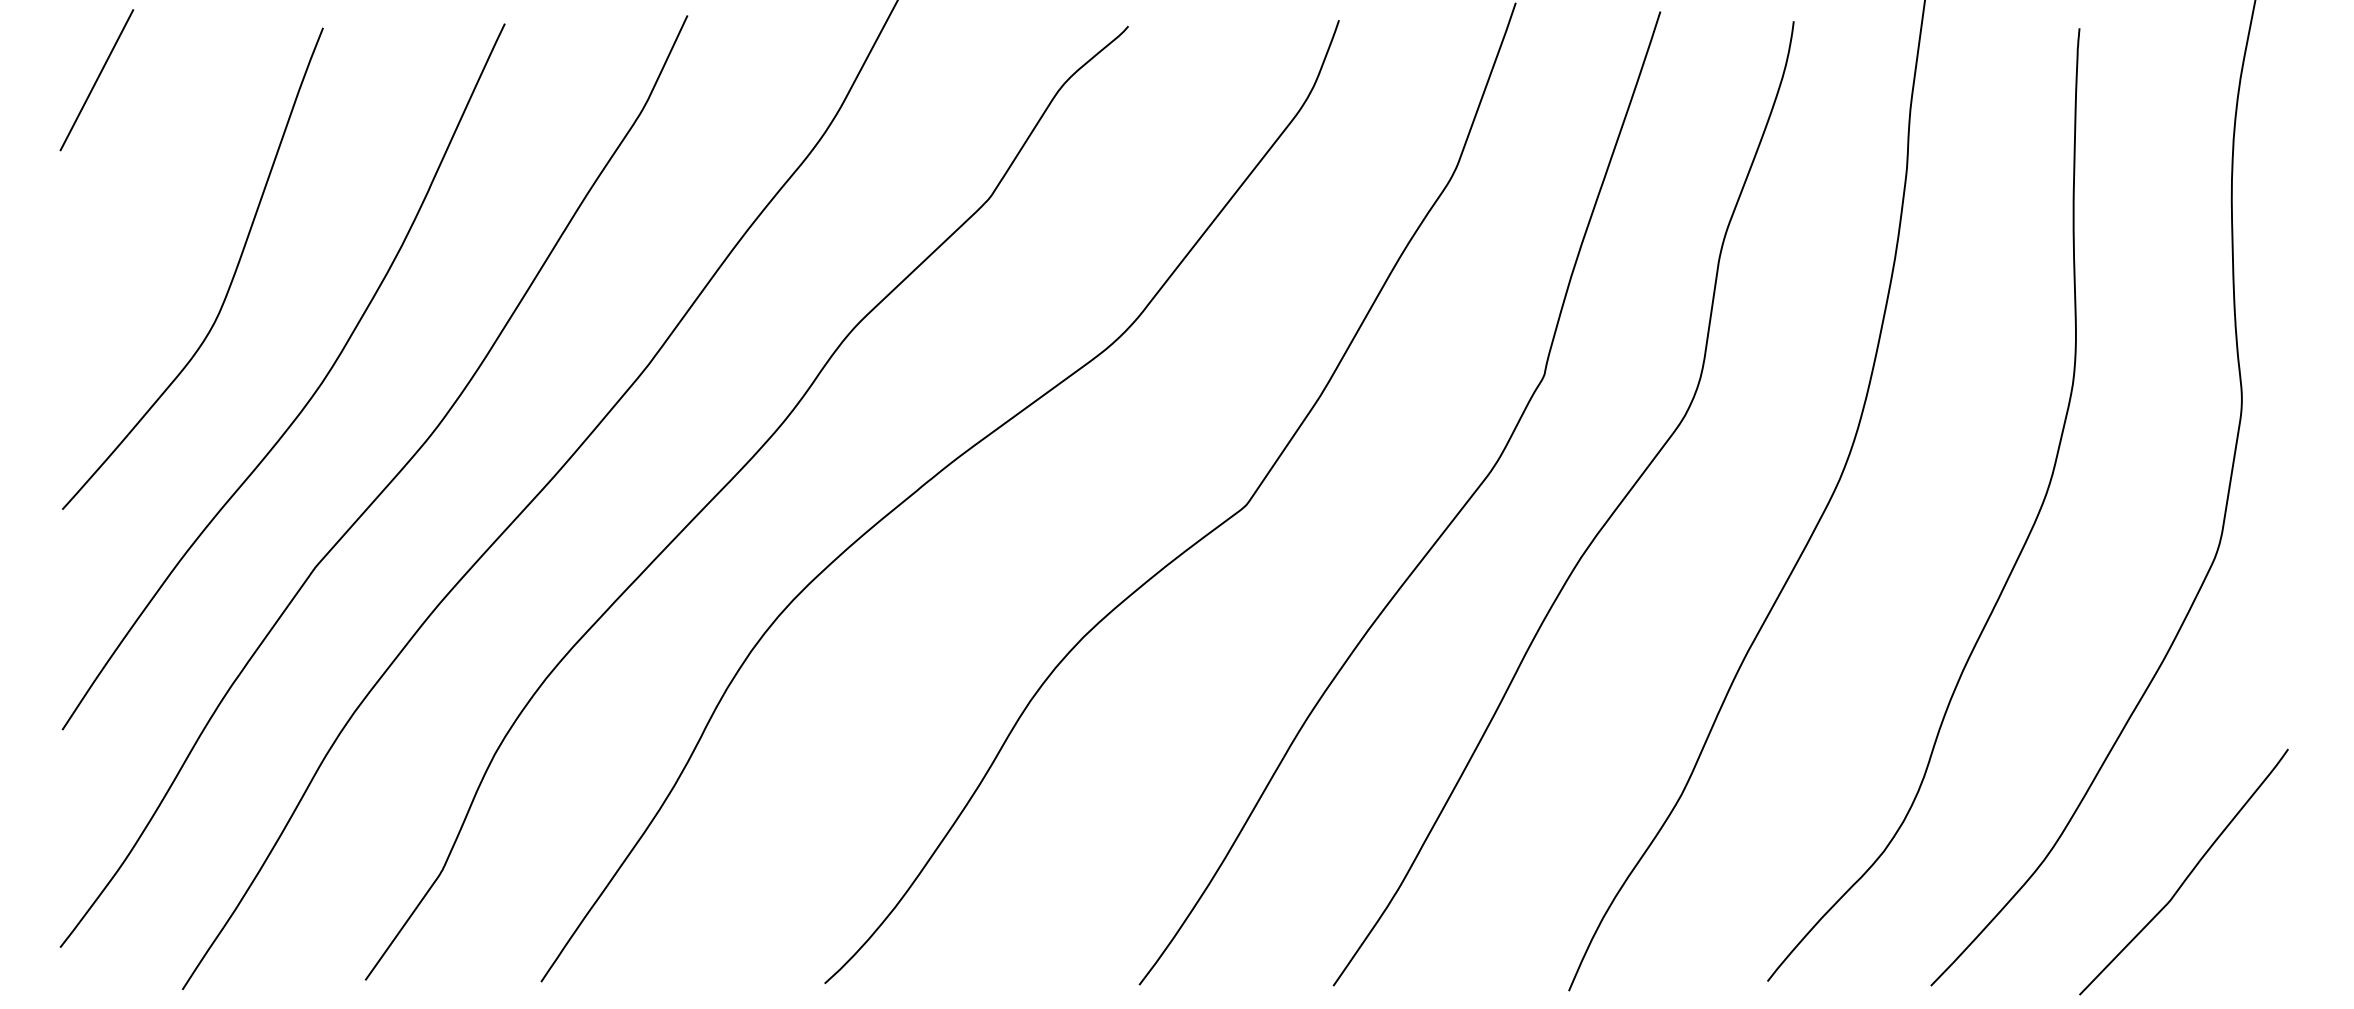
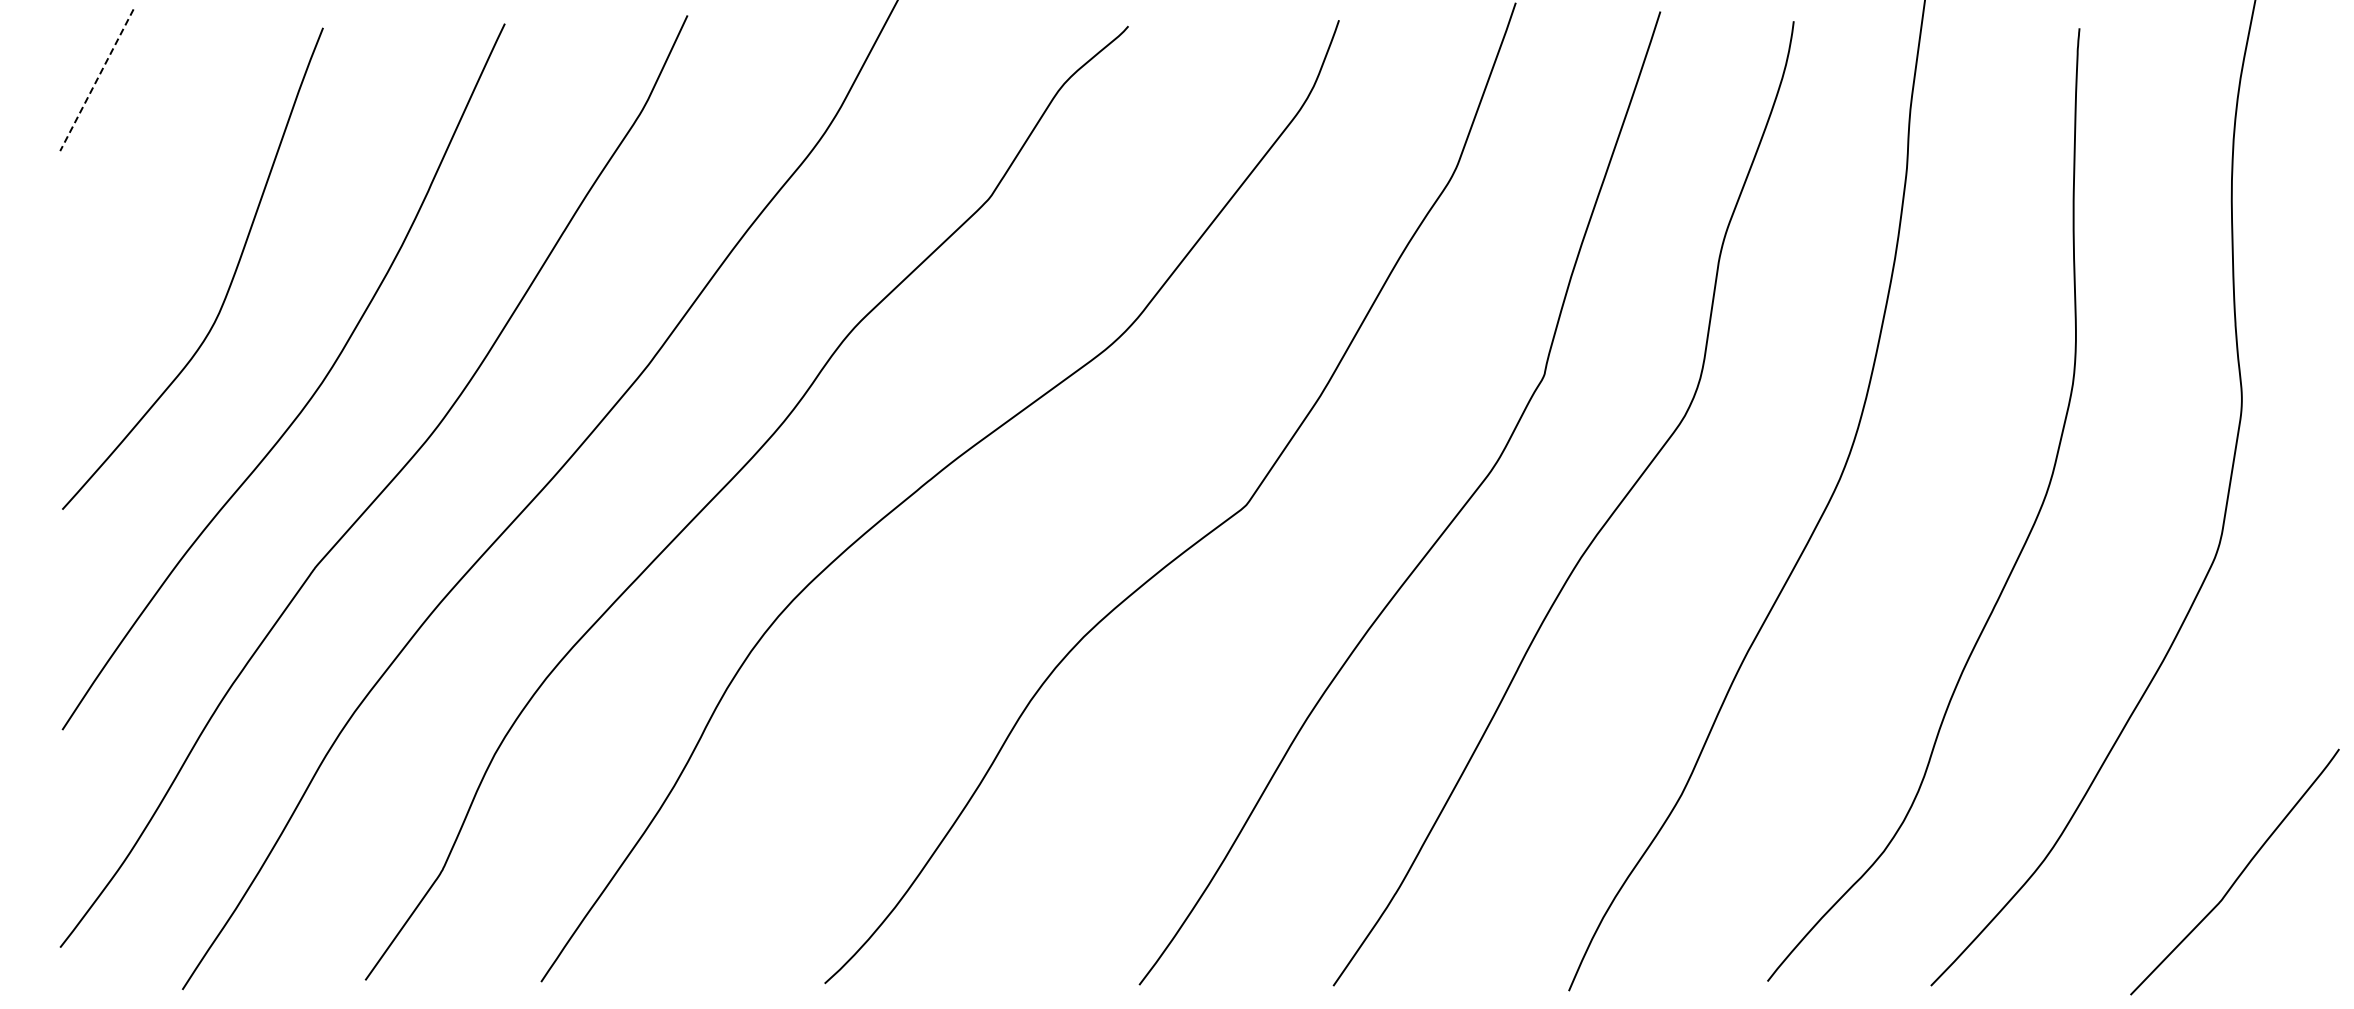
line at (96, 80): solid -> dashed
curve at (2187, 875) position: (2187, 875) -> (2238, 875)
